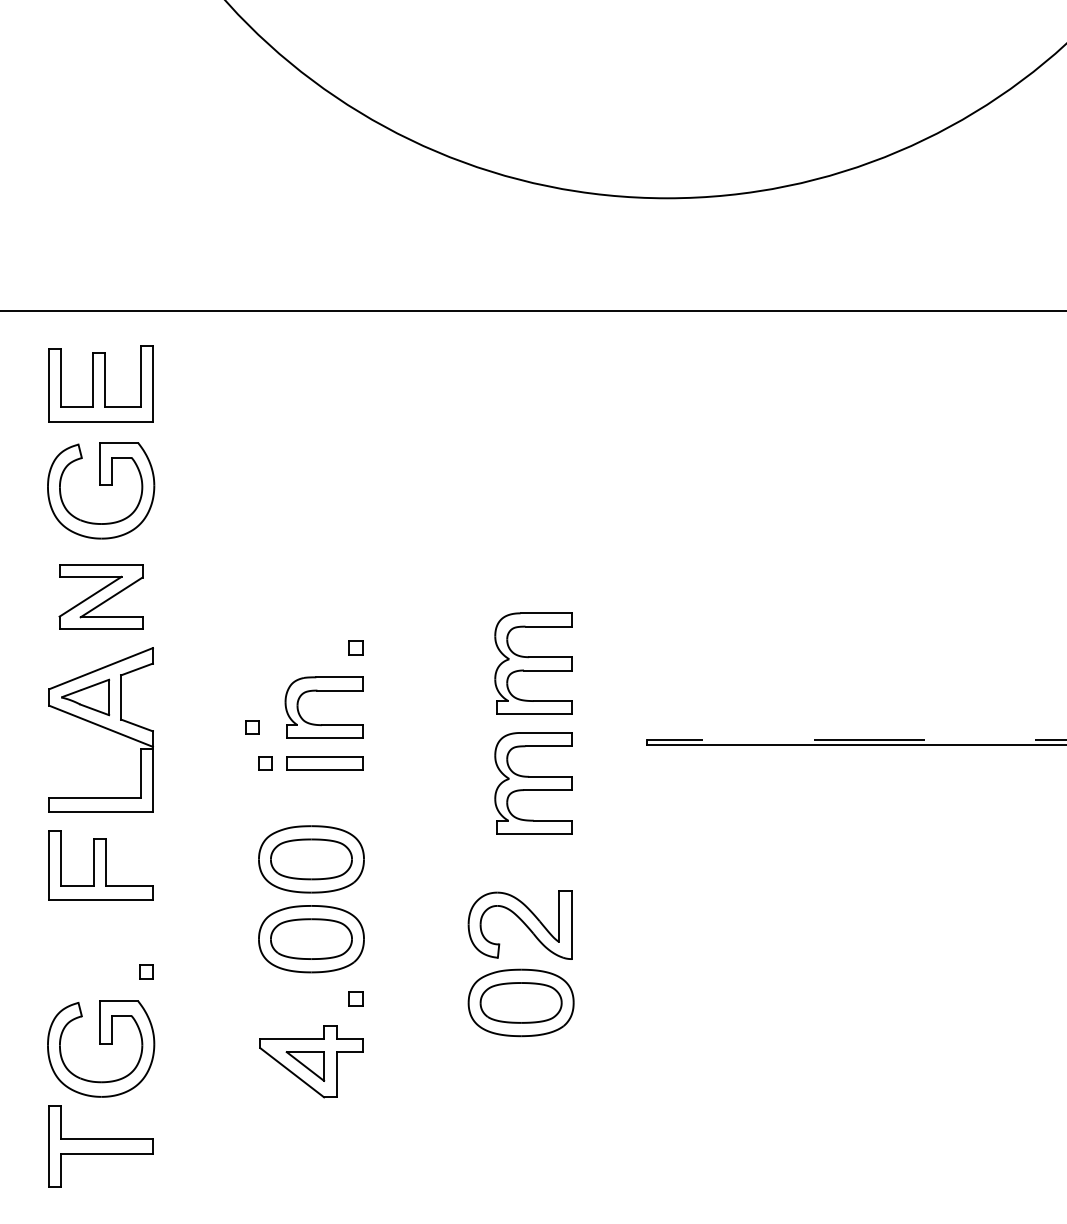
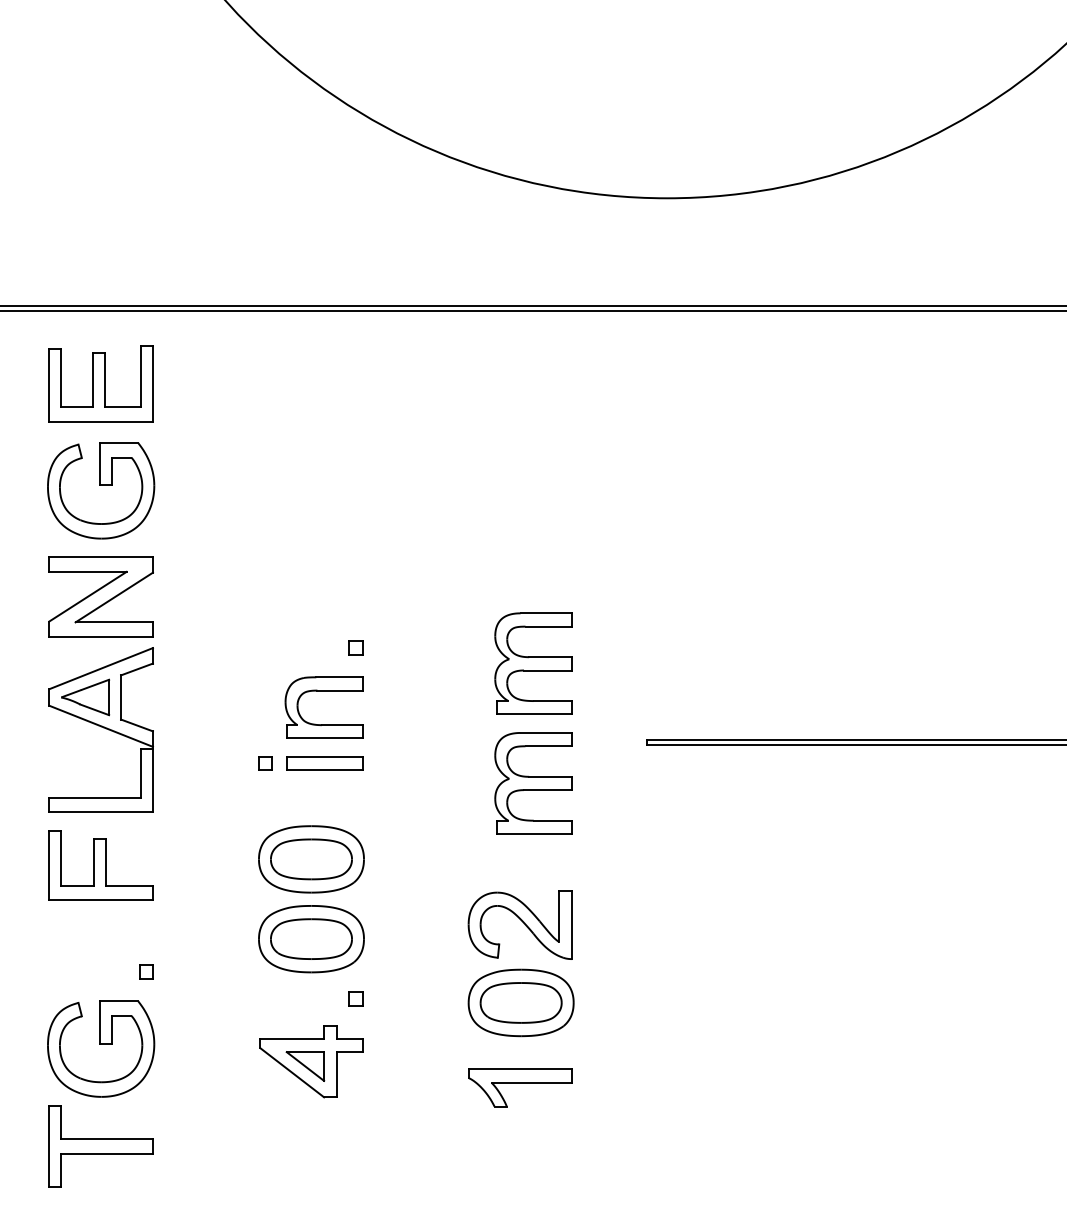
line at (532, 305): none -> present
part at (100, 596) size: 86x66 px -> 106x82 px
part at (252, 727): present -> none
line at (856, 739): dashed -> solid
part at (520, 1087): none -> present
